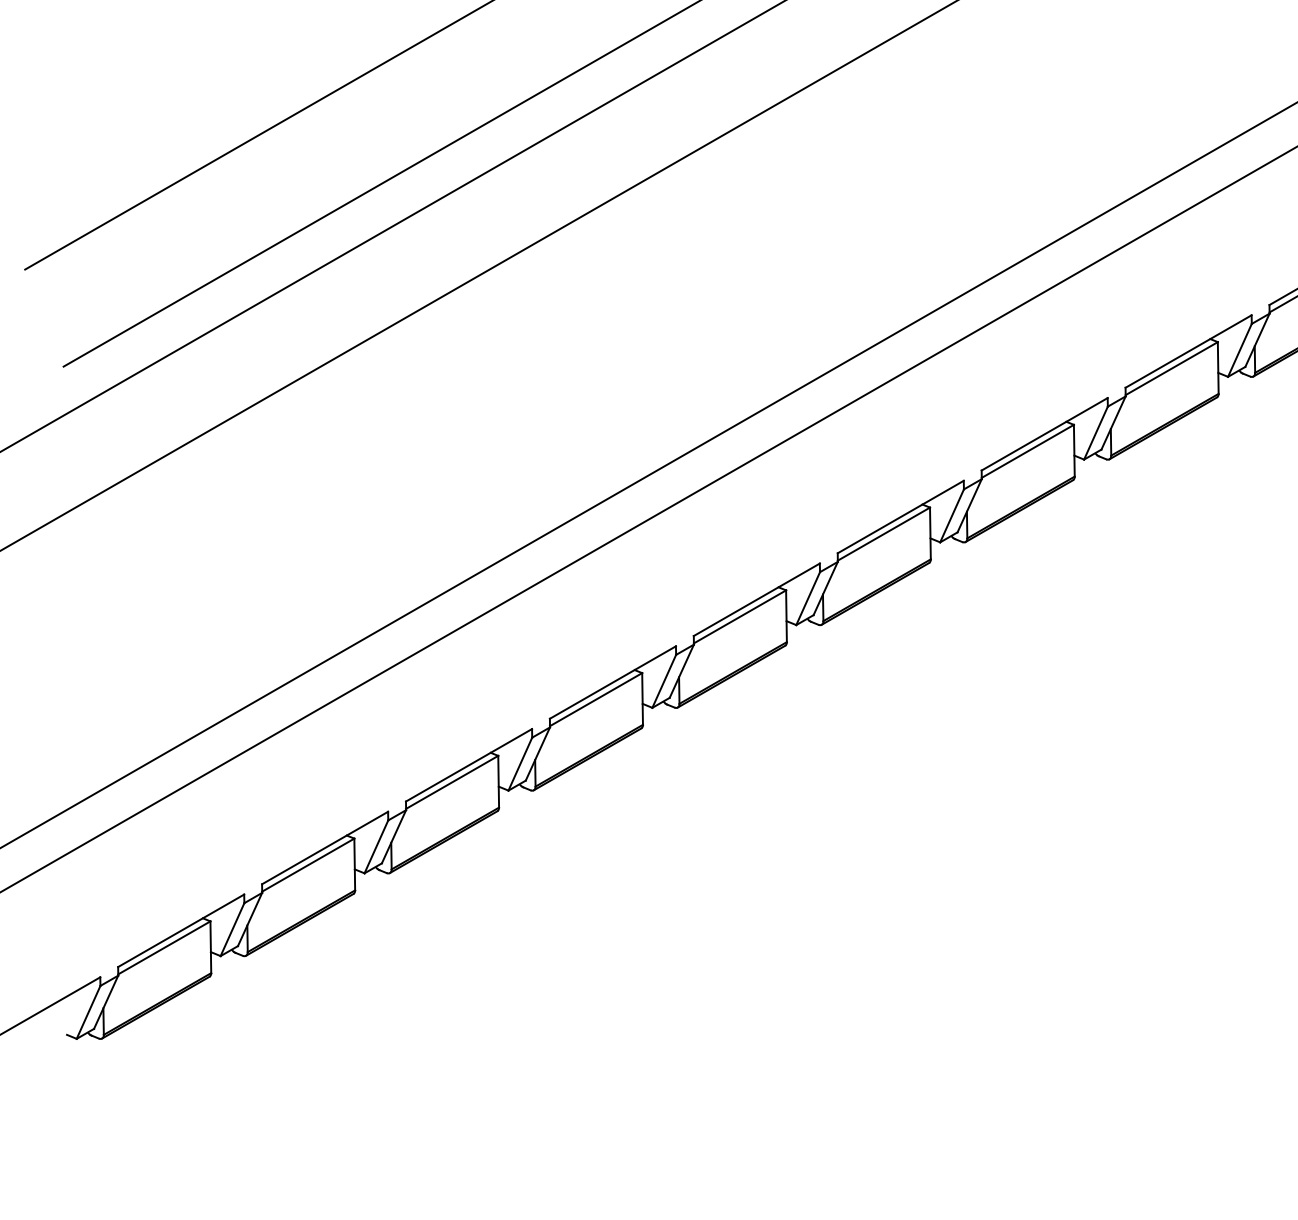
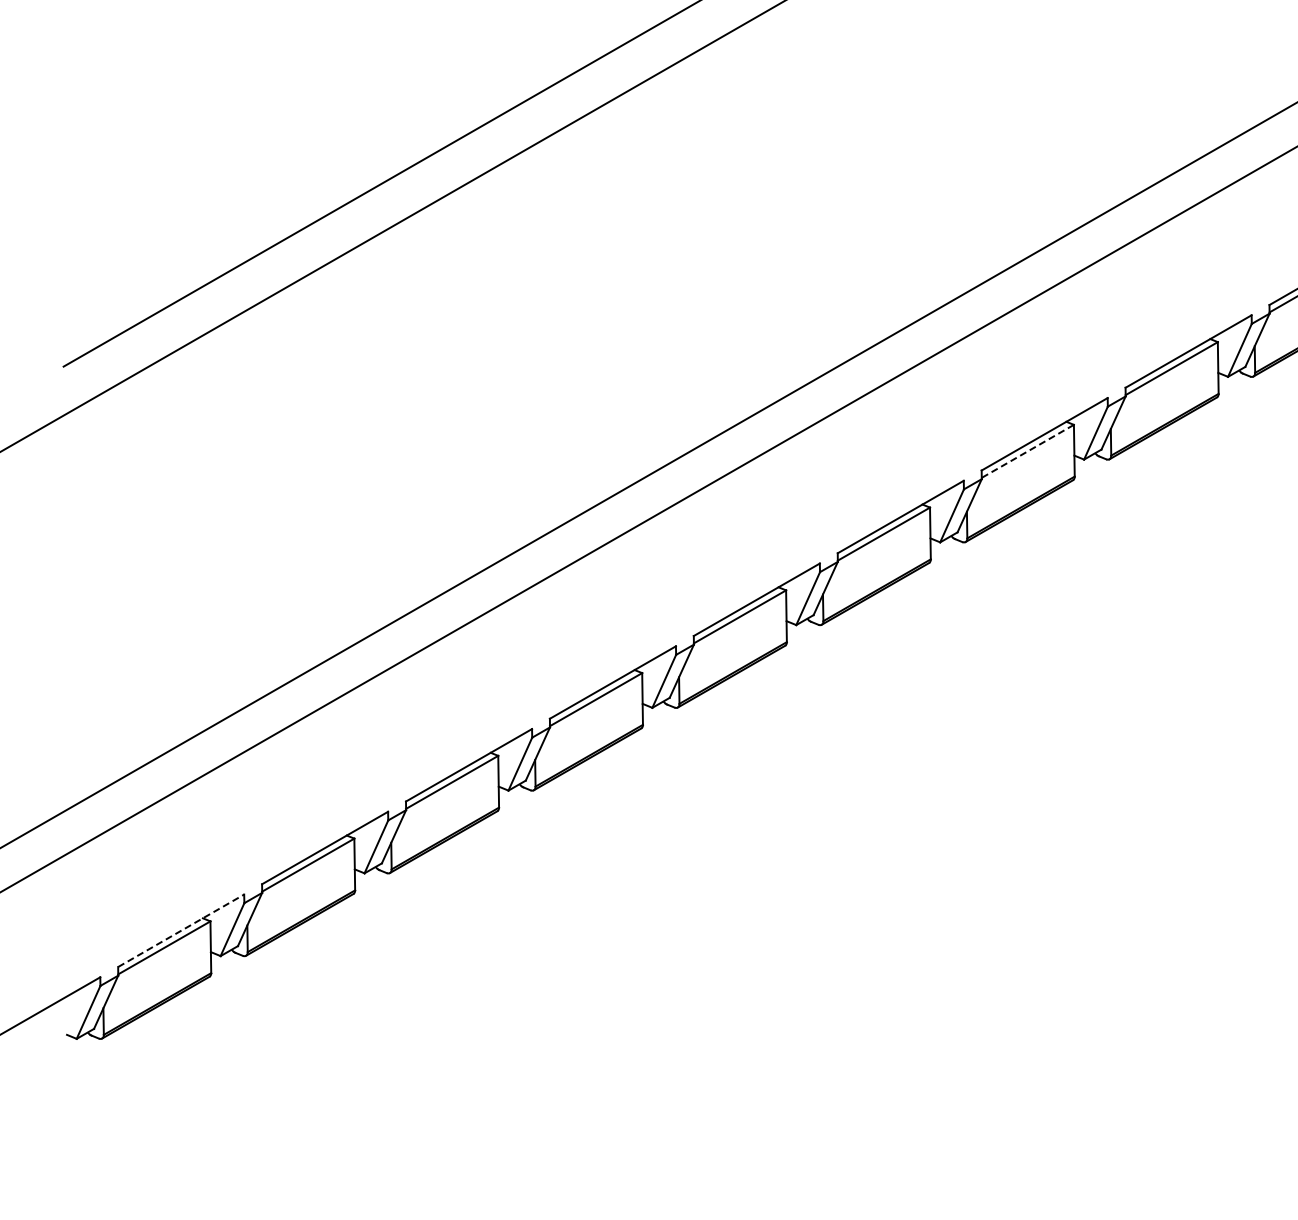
line at (257, 135): present -> none
line at (478, 275): present -> none
line at (1027, 451): solid -> dashed
line at (181, 930): solid -> dashed
